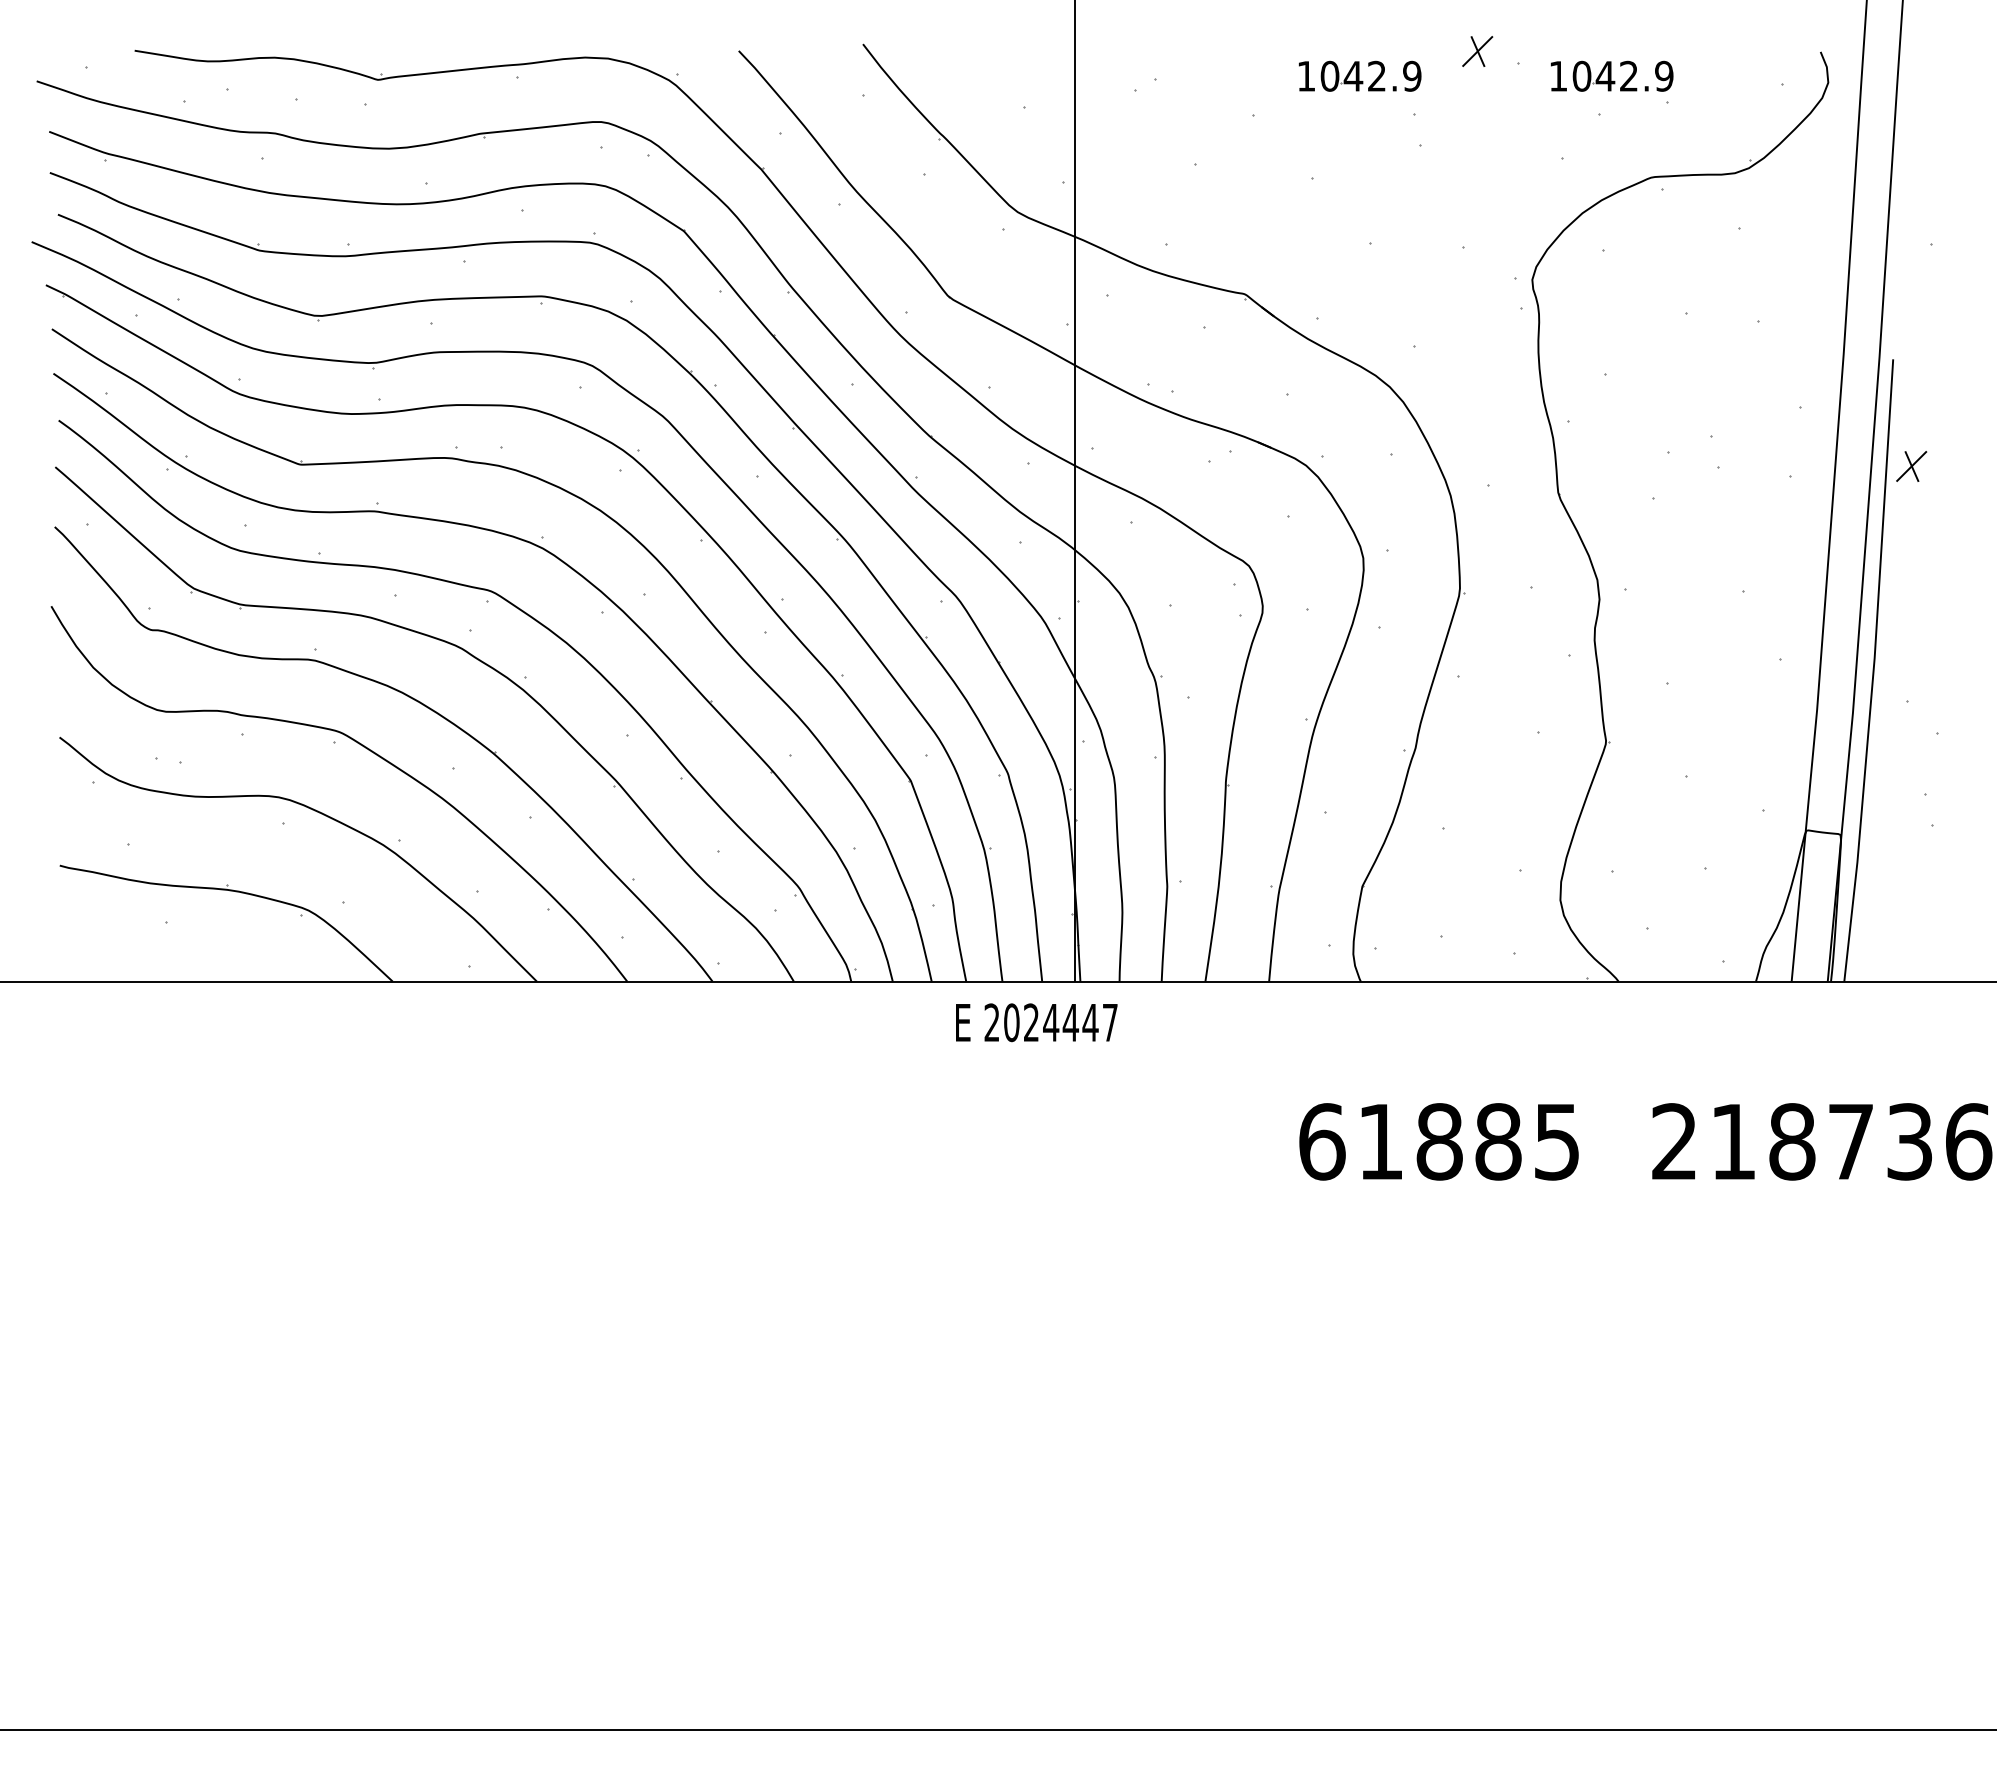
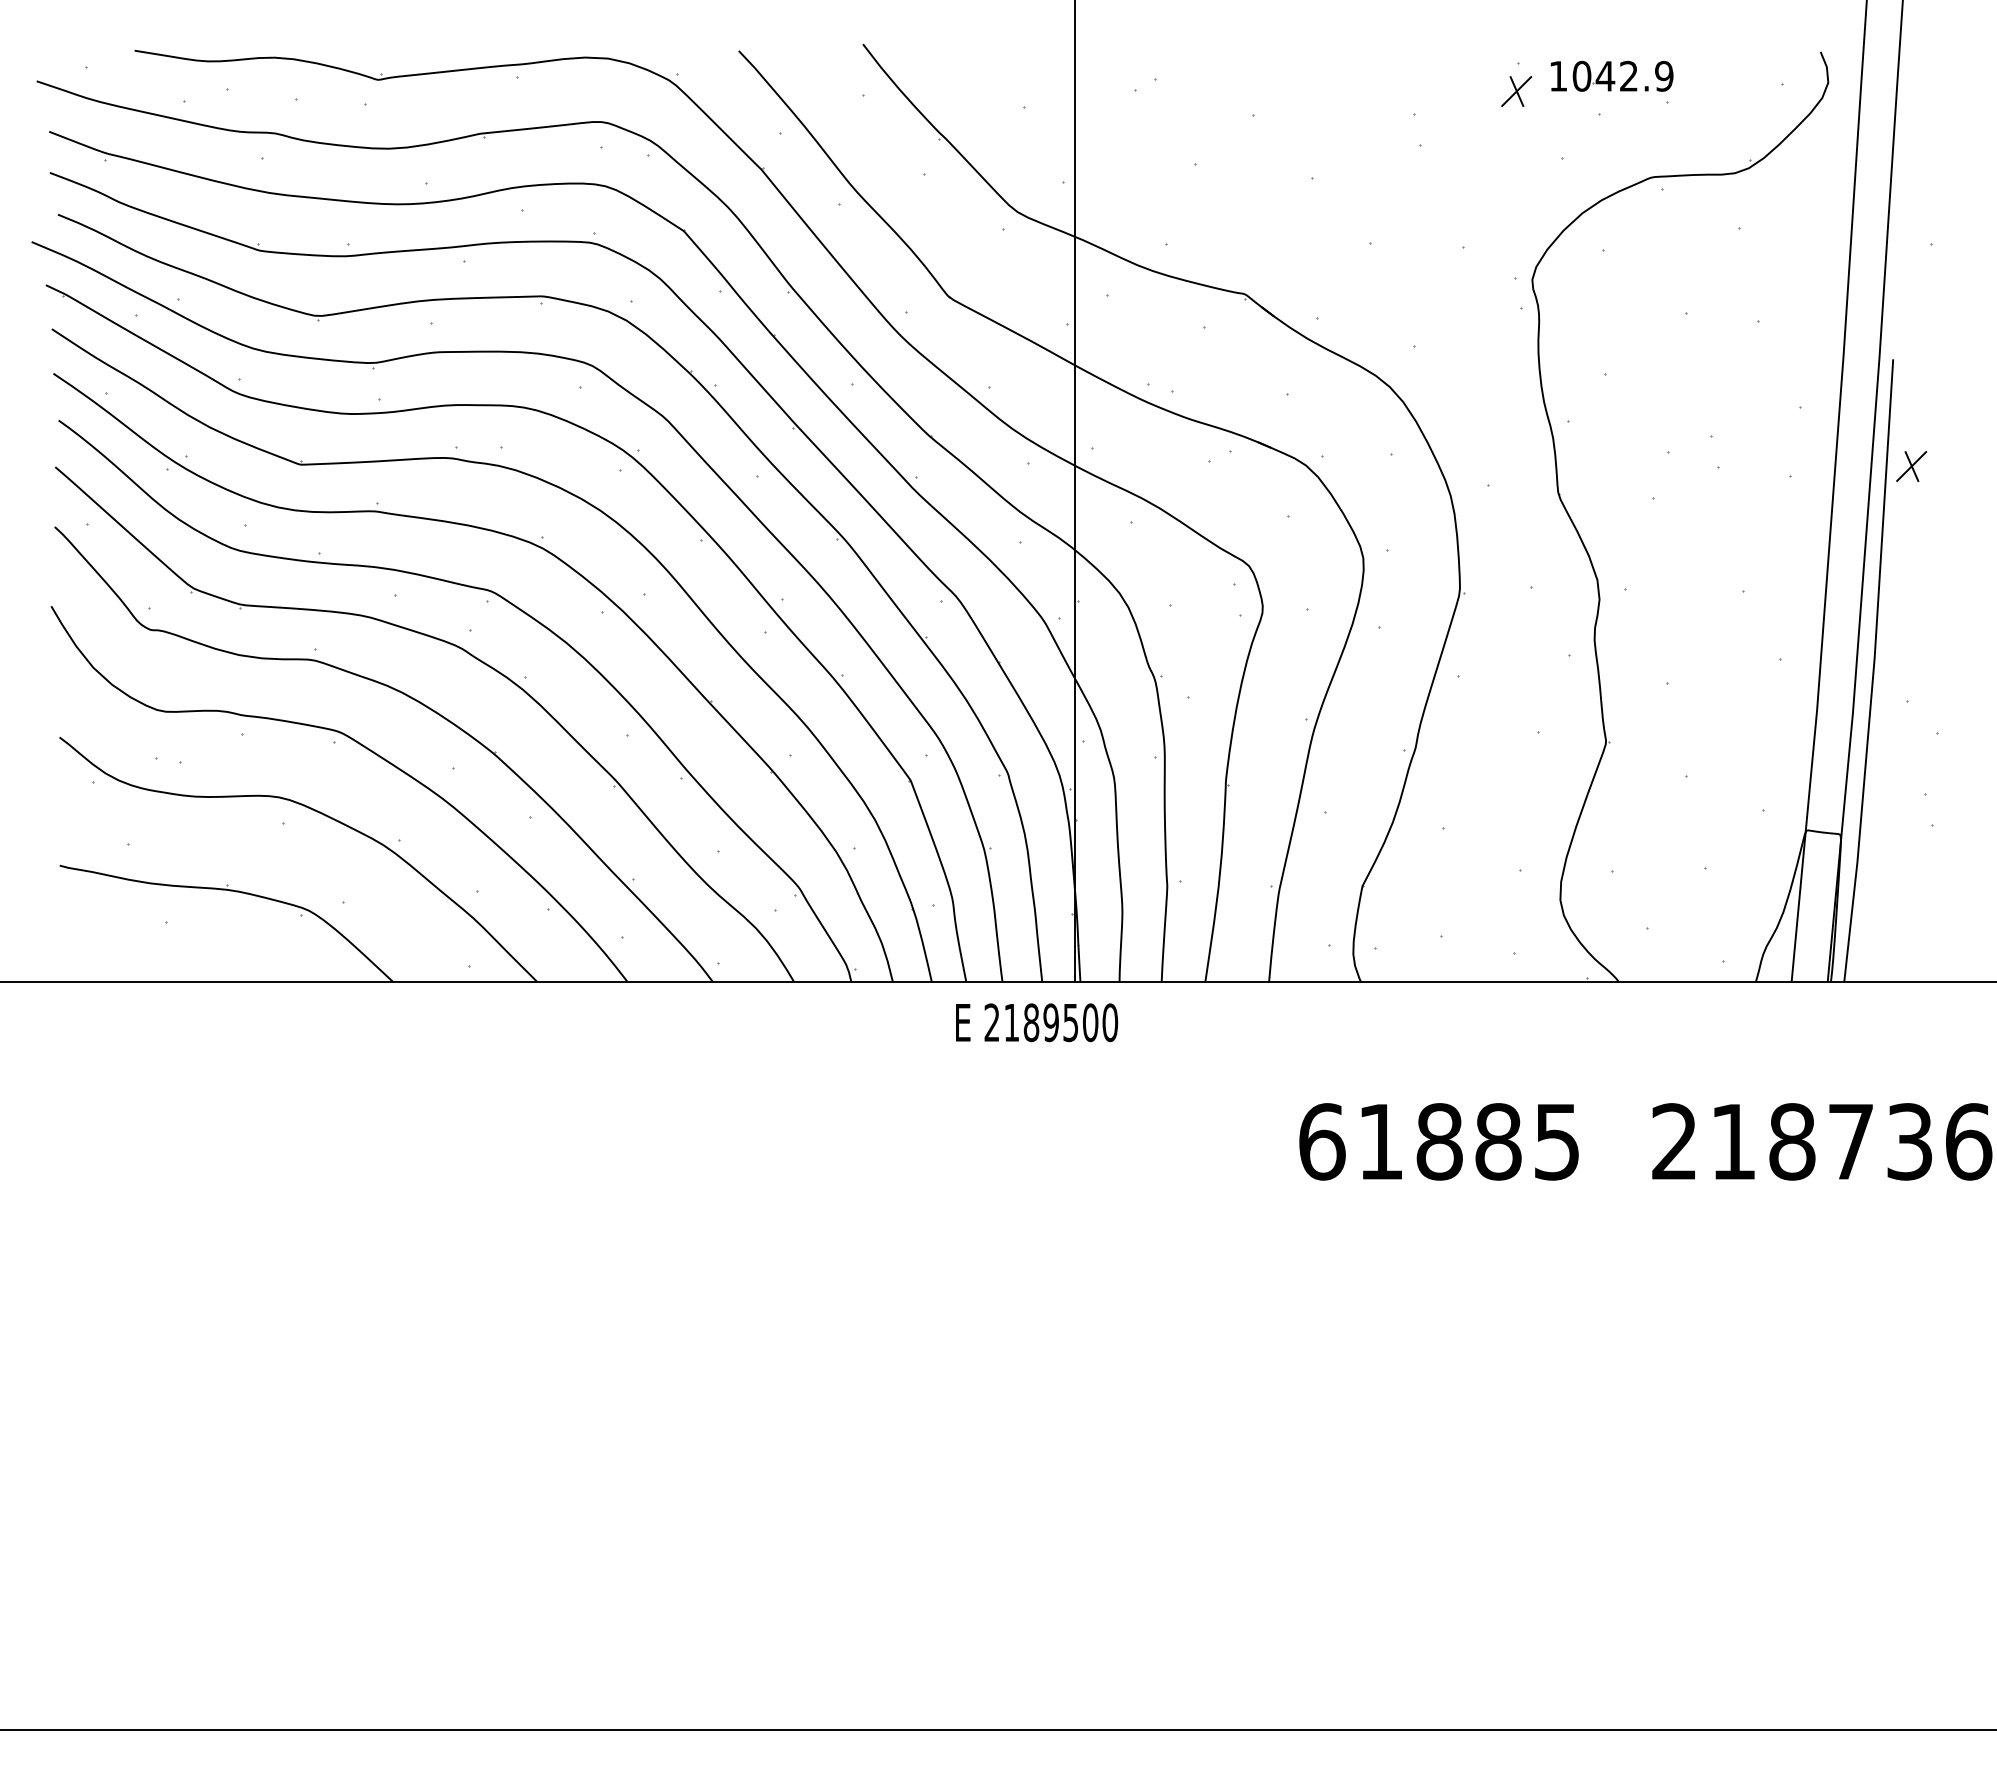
part at (1477, 51) position: (1477, 51) -> (1516, 91)
part at (1360, 75): present -> none
text at (1061, 1022): 2024447 -> 2189500
